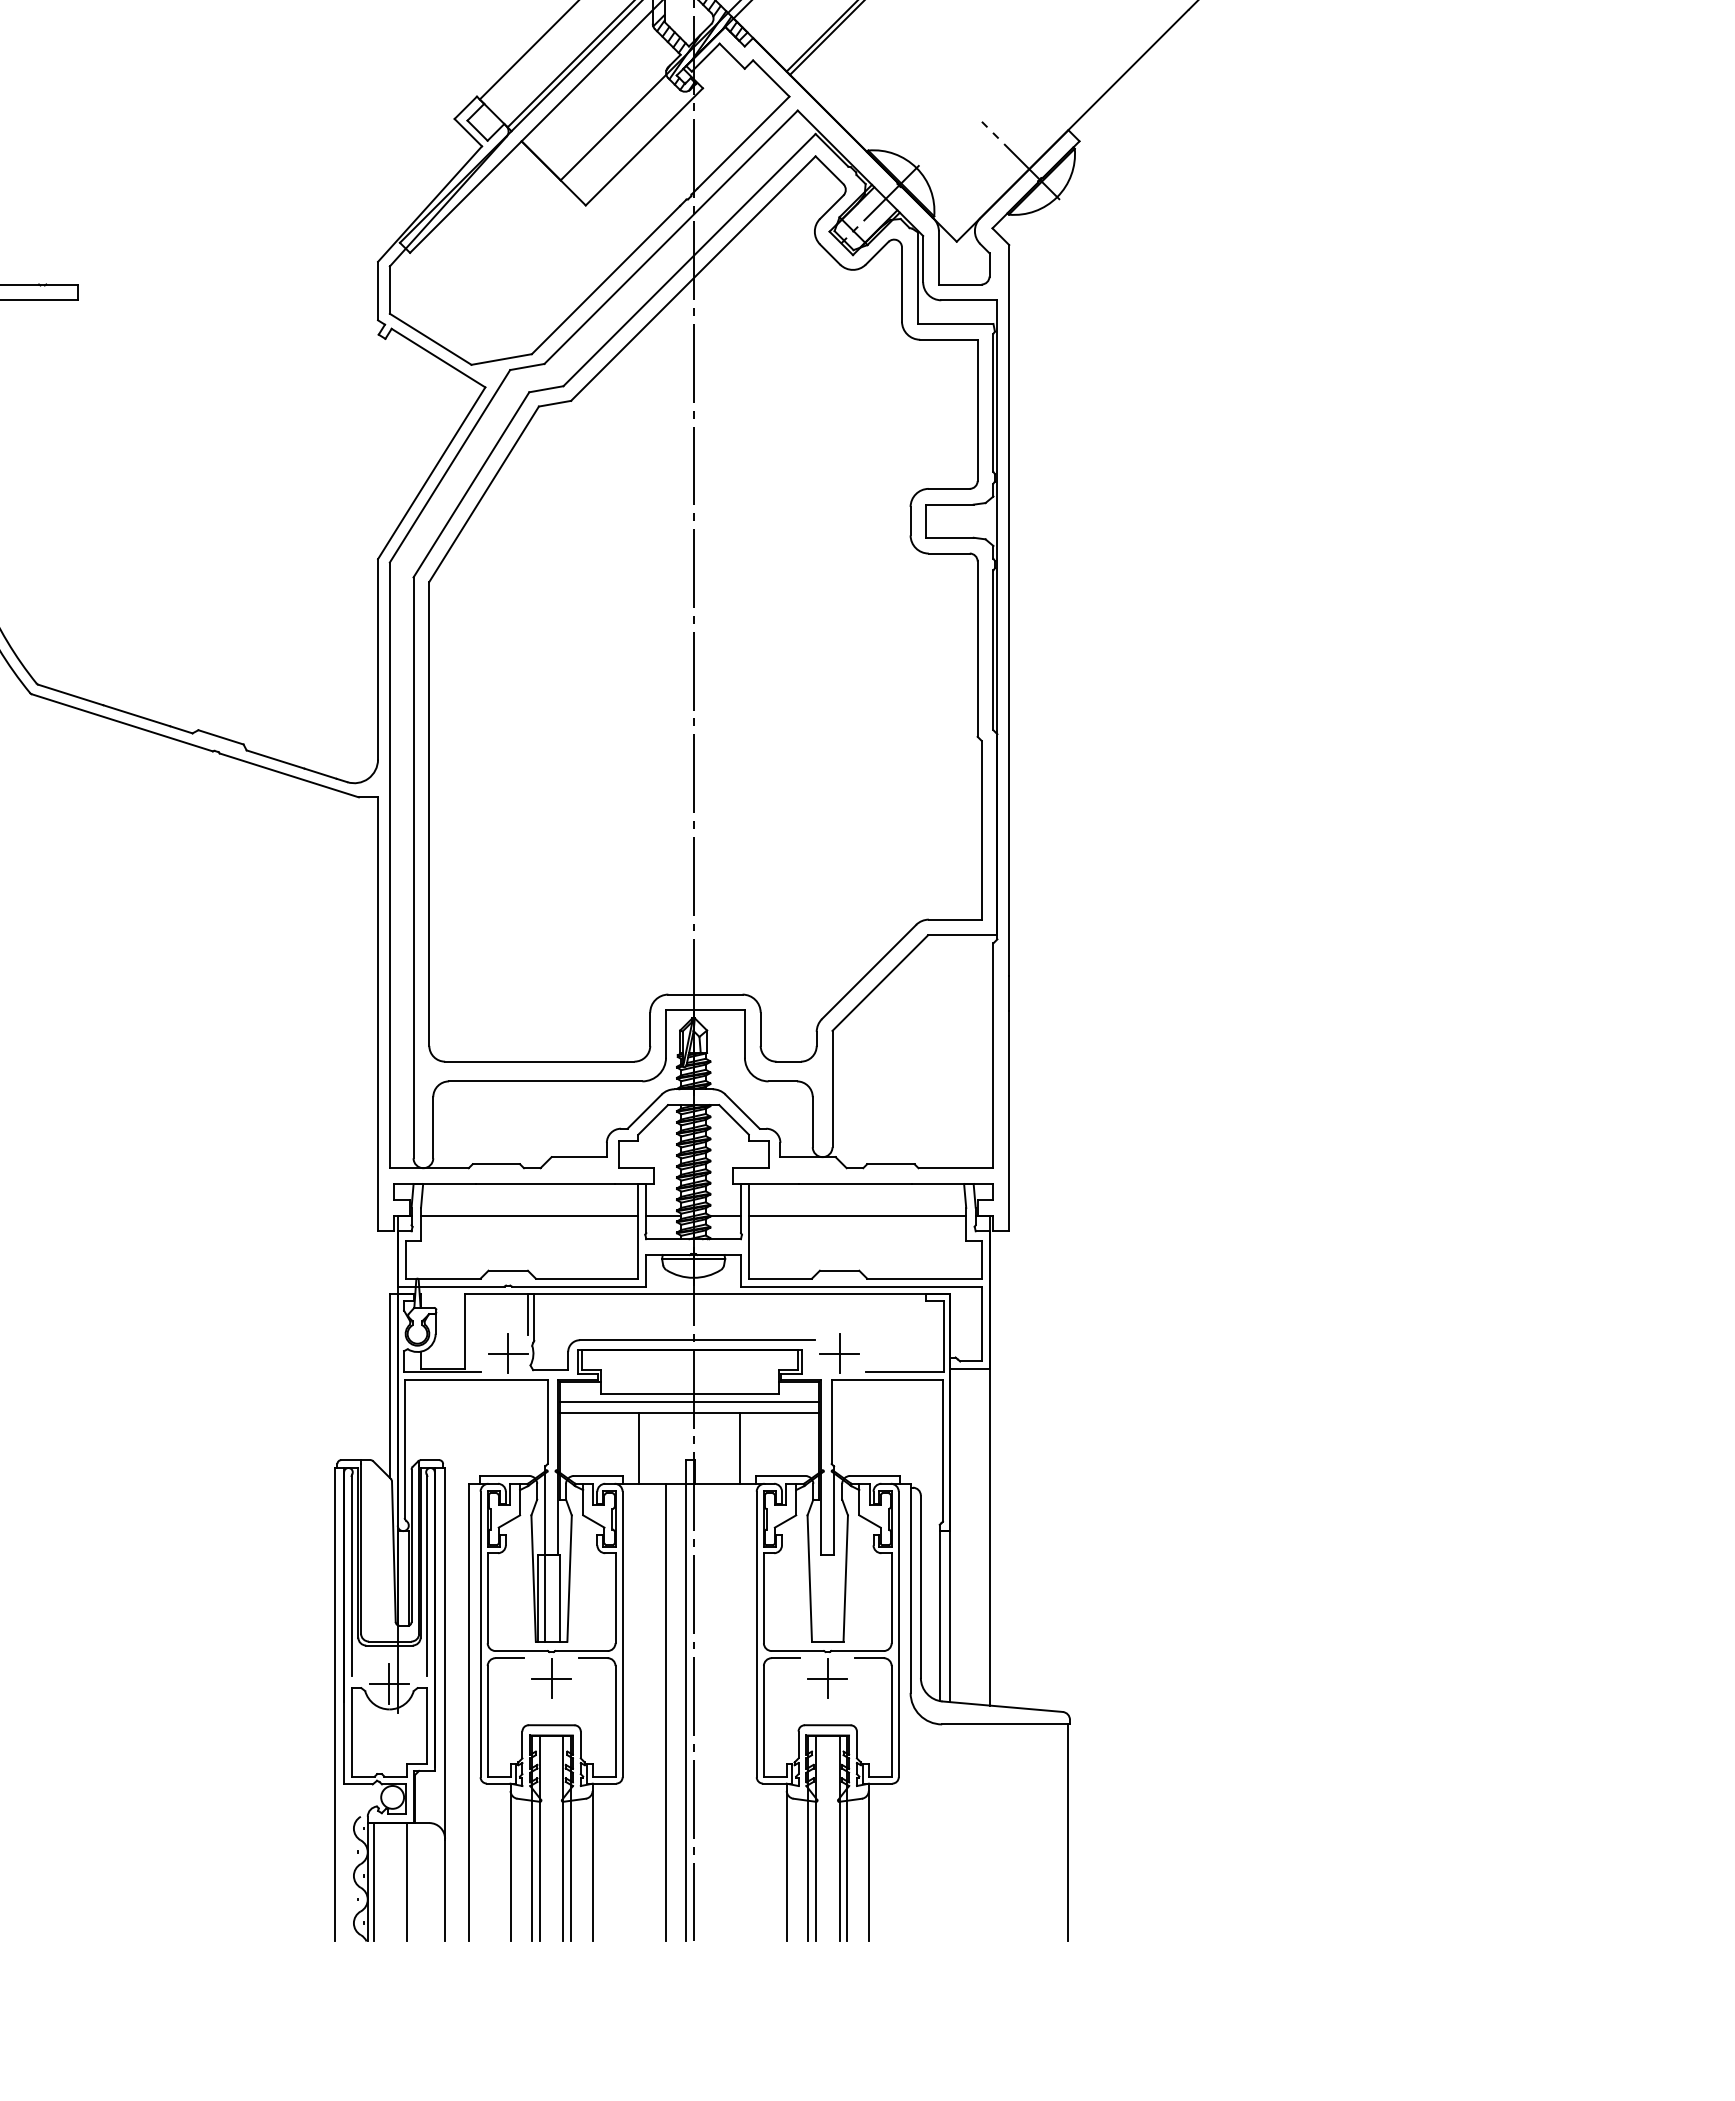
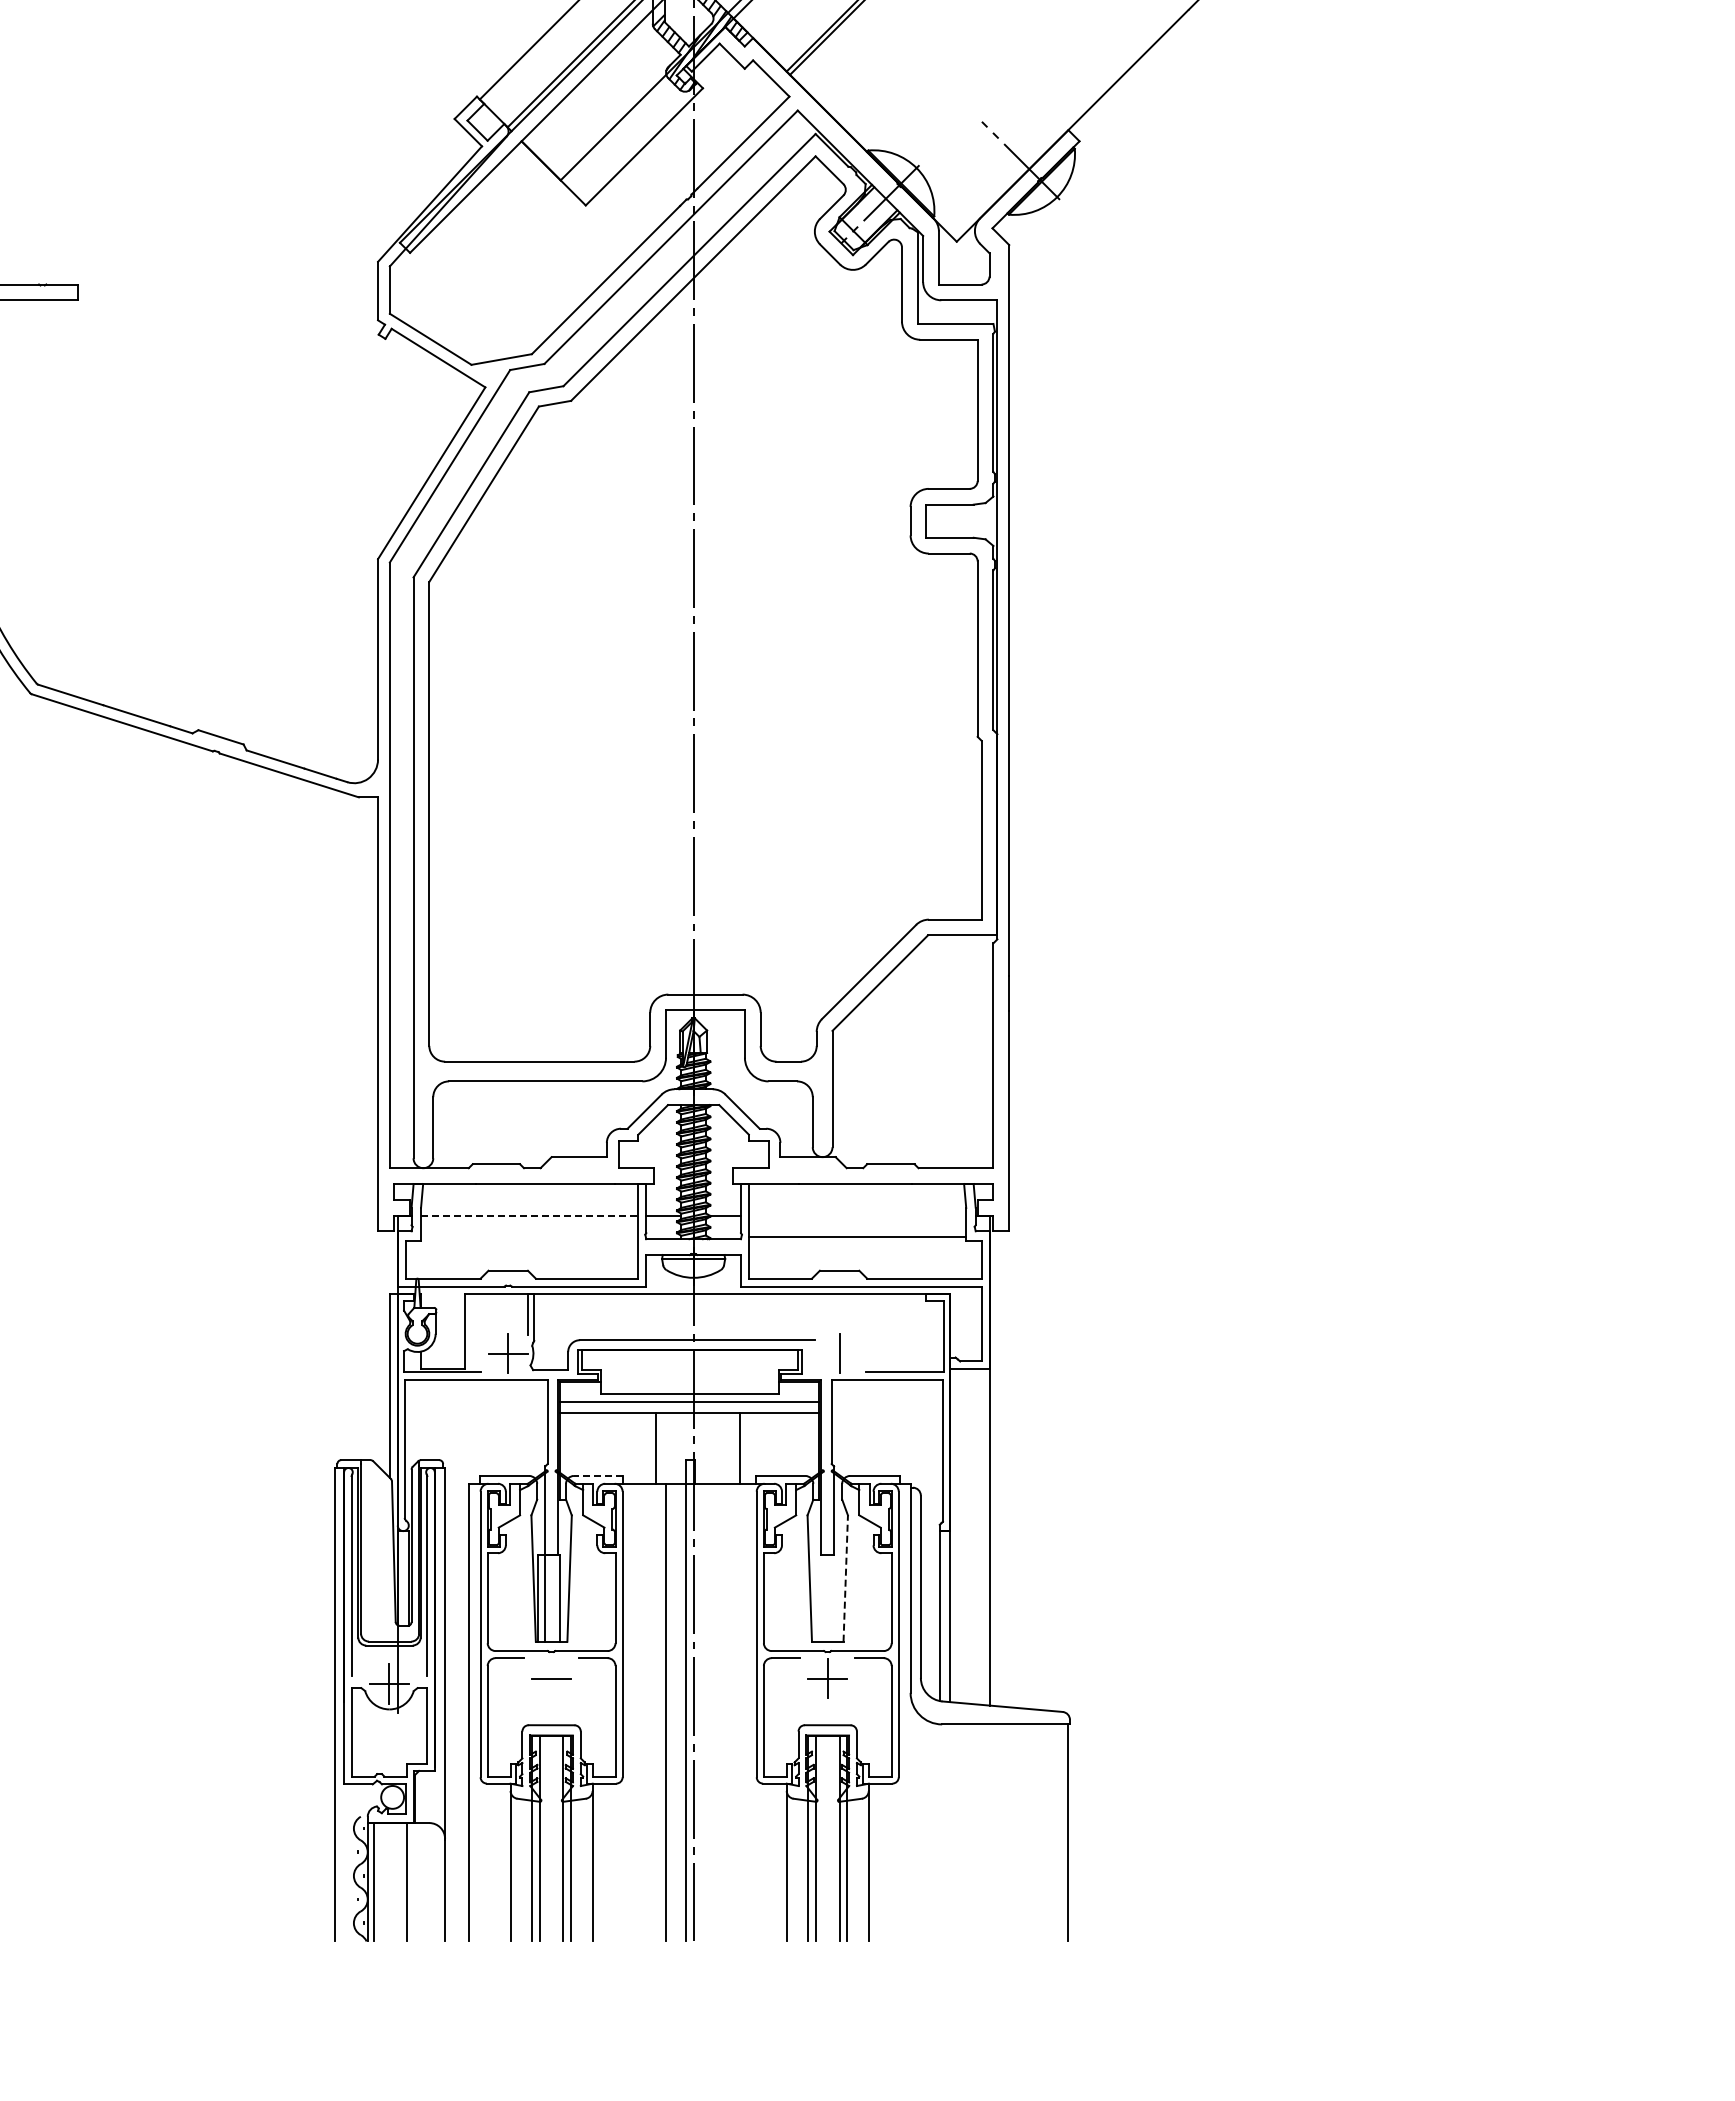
line at (529, 1215): solid -> dashed
line at (857, 1215) position: (857, 1215) -> (857, 1236)
line at (839, 1353): present -> none
line at (639, 1447) position: (639, 1447) -> (656, 1447)
line at (598, 1475): solid -> dashed
line at (845, 1578): solid -> dashed
line at (551, 1678): present -> none
